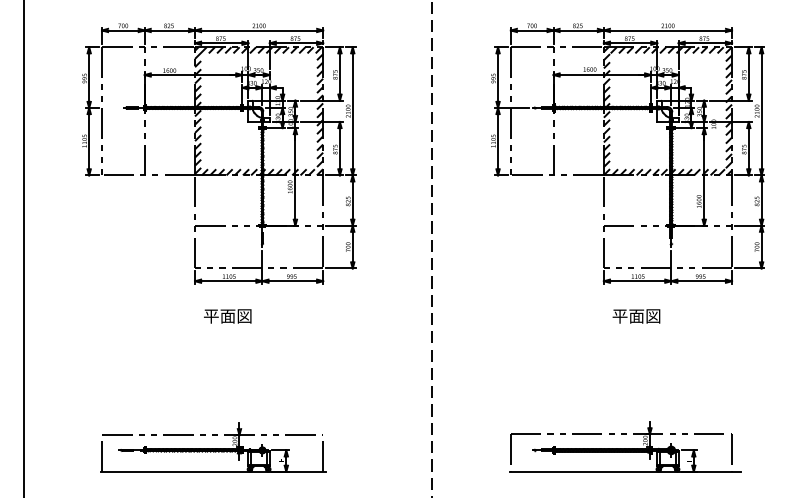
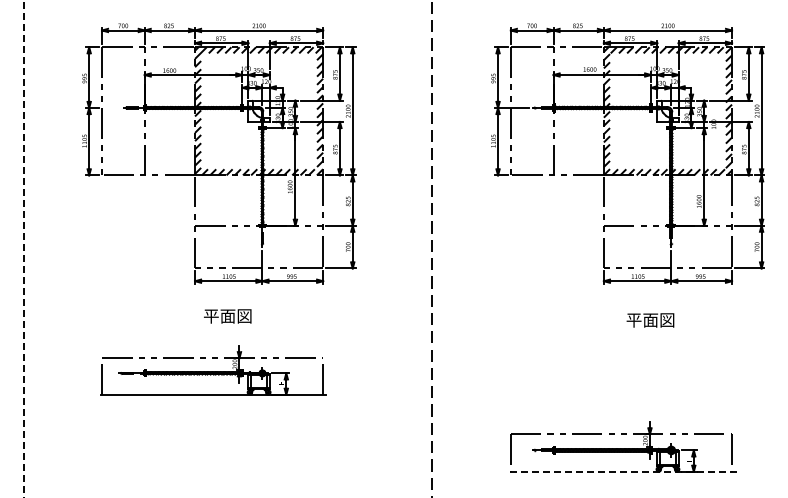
line at (23, 249): solid -> dashed
text at (636, 316) position: (636, 316) -> (650, 320)
part at (213, 447) position: (213, 447) -> (213, 370)
line at (625, 471): solid -> dashed
